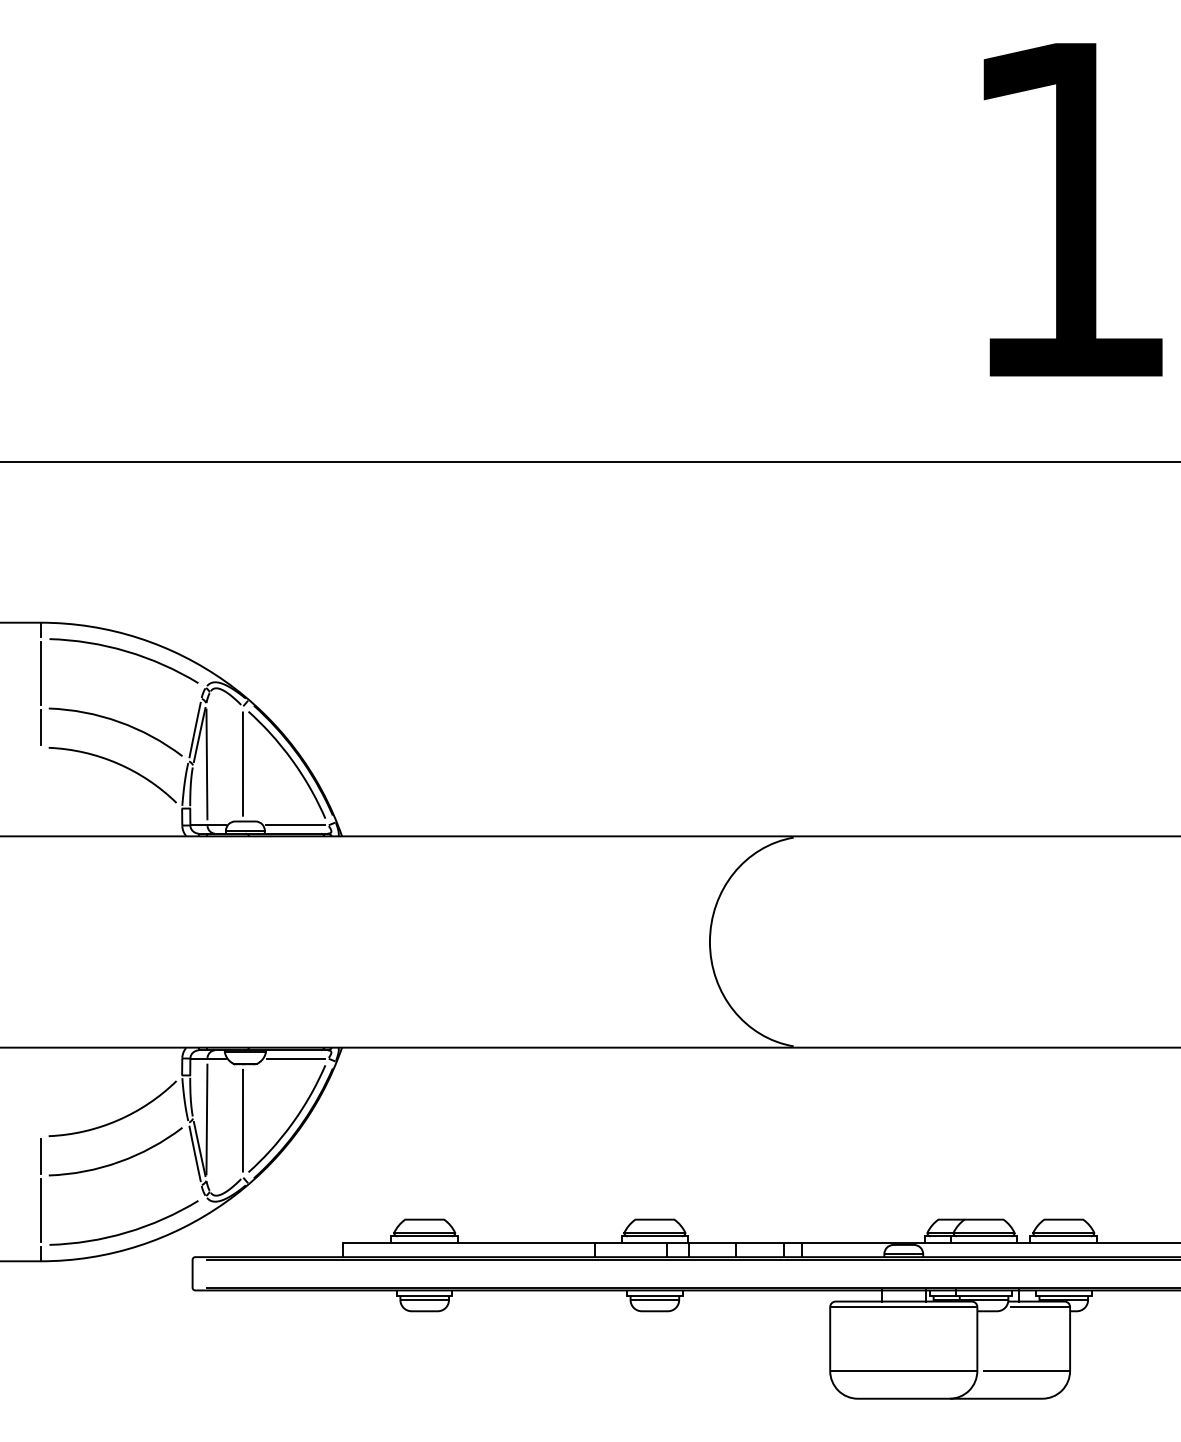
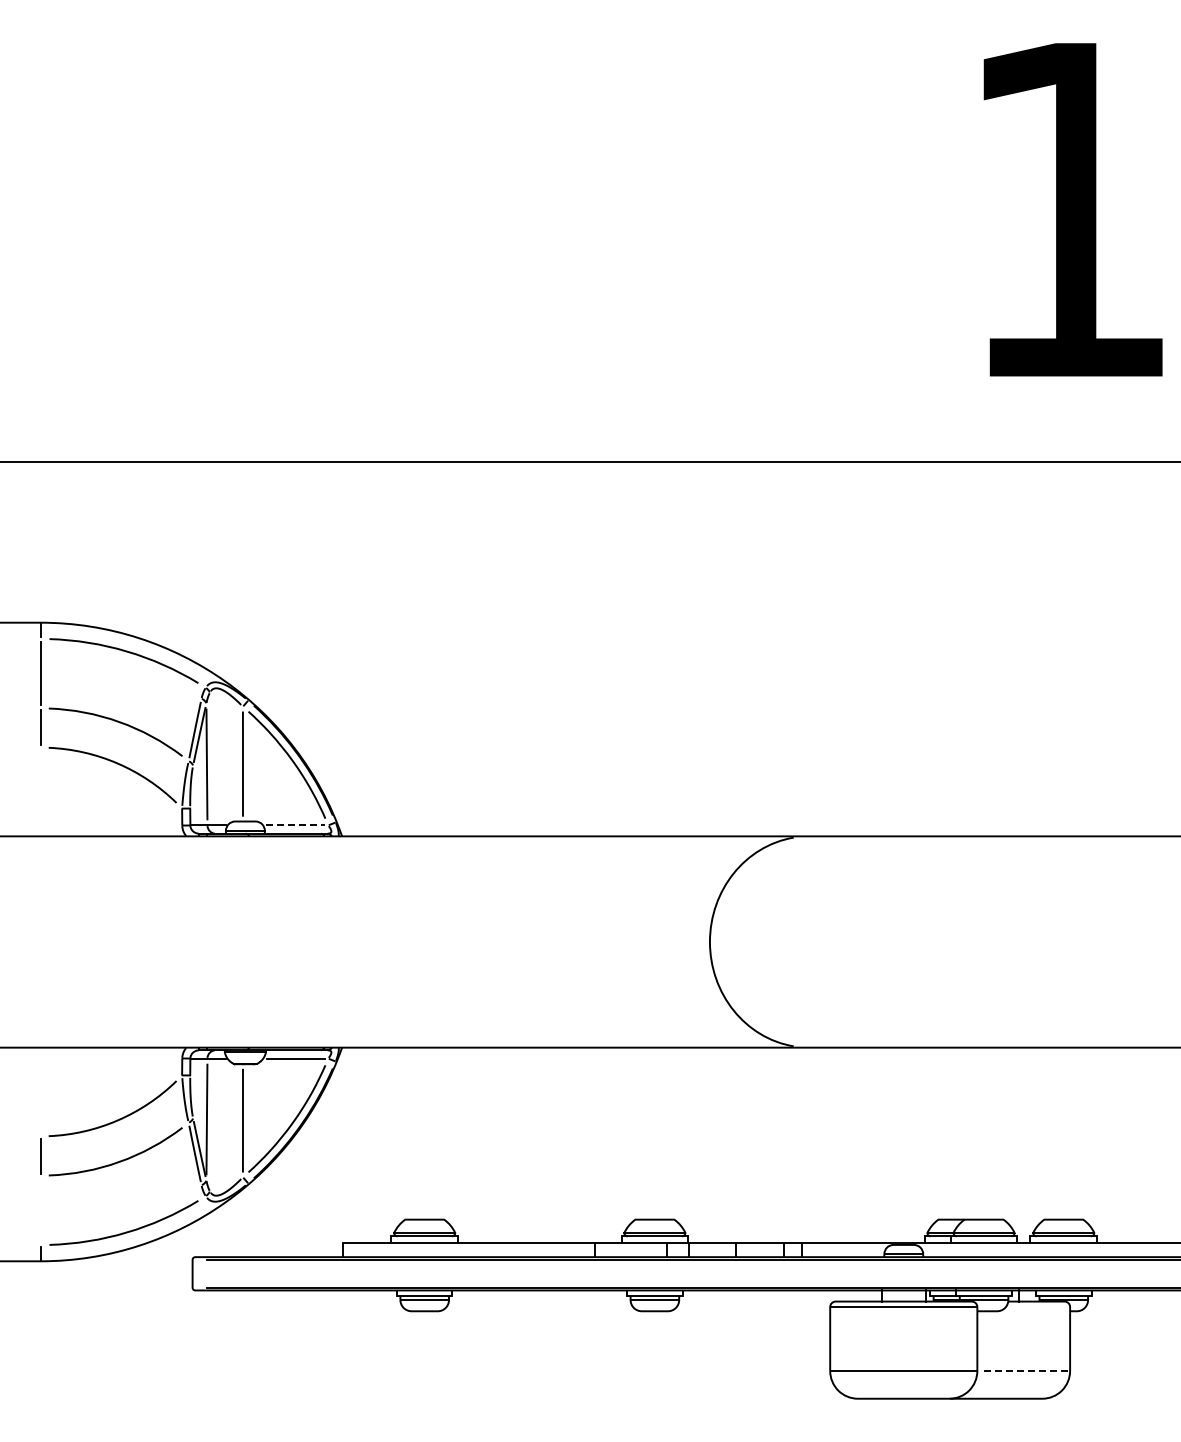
line at (296, 825): solid -> dashed
line at (40, 1210): present -> none
line at (1040, 1307): present -> none
line at (1026, 1370): solid -> dashed
